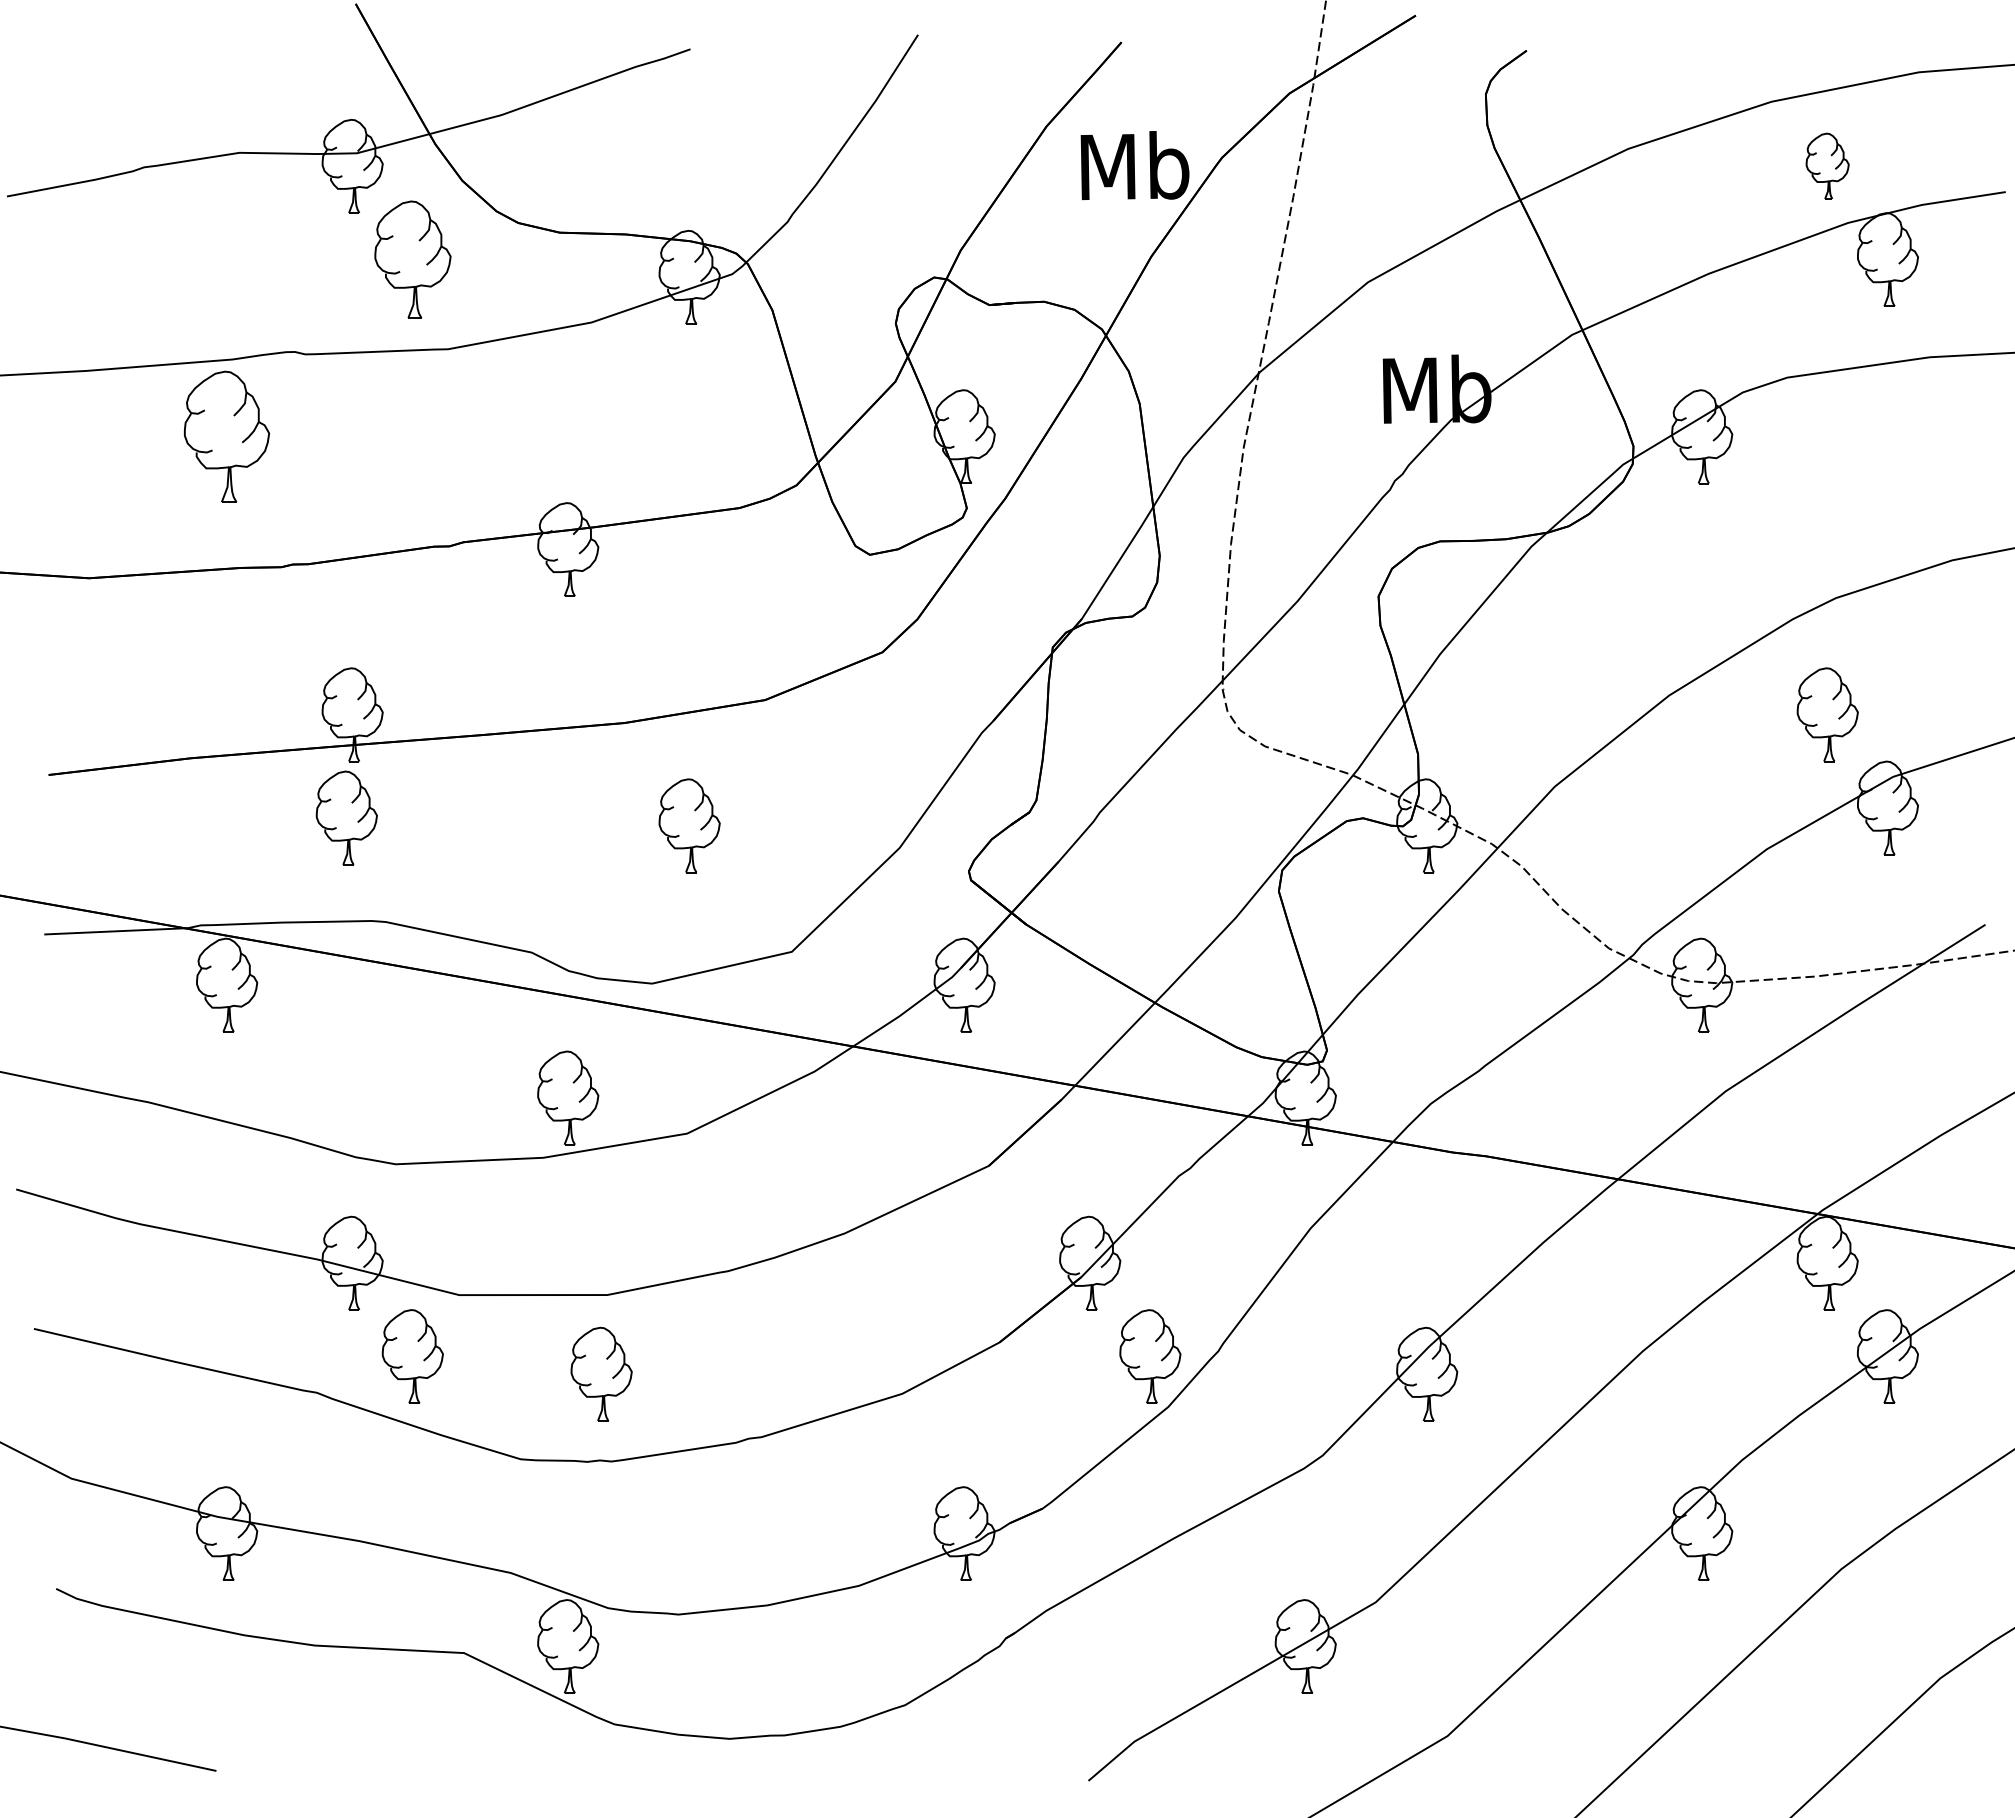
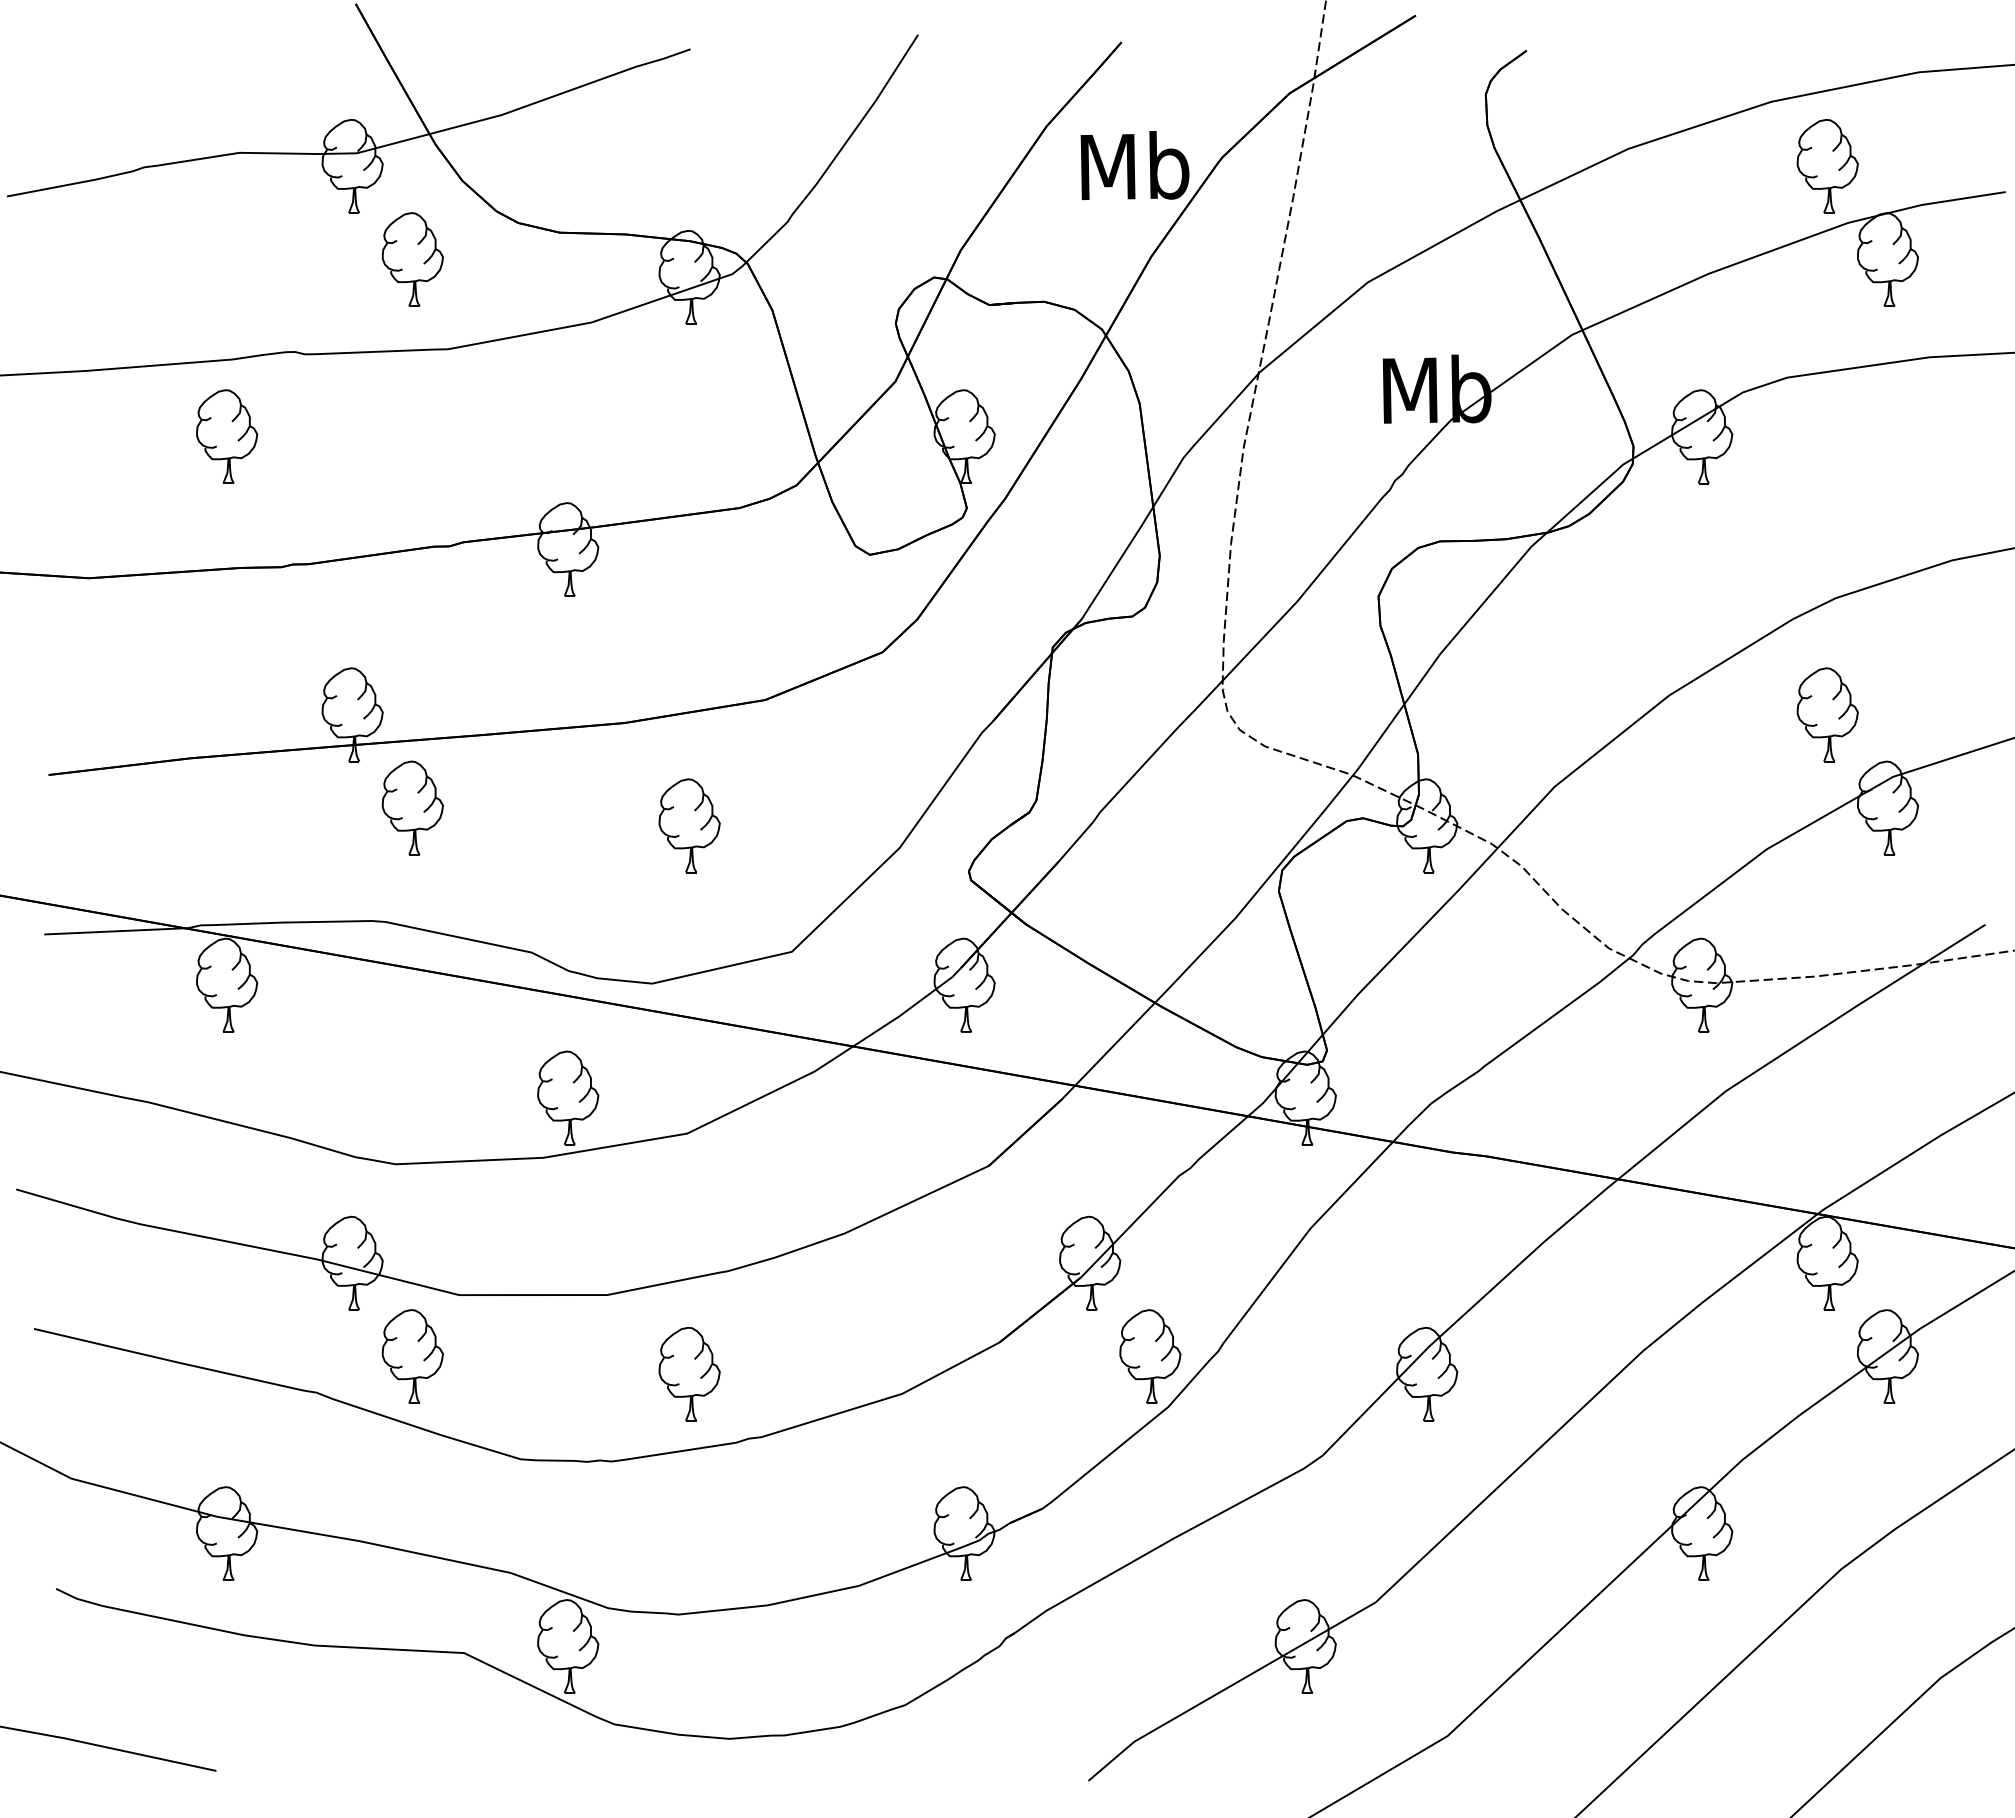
part at (1827, 165) size: 45x68 px -> 63x96 px
part at (412, 259) size: 78x119 px -> 63x95 px
part at (227, 436) size: 87x133 px -> 63x95 px
part at (346, 817) position: (346, 817) -> (412, 807)
part at (601, 1373) position: (601, 1373) -> (689, 1373)
